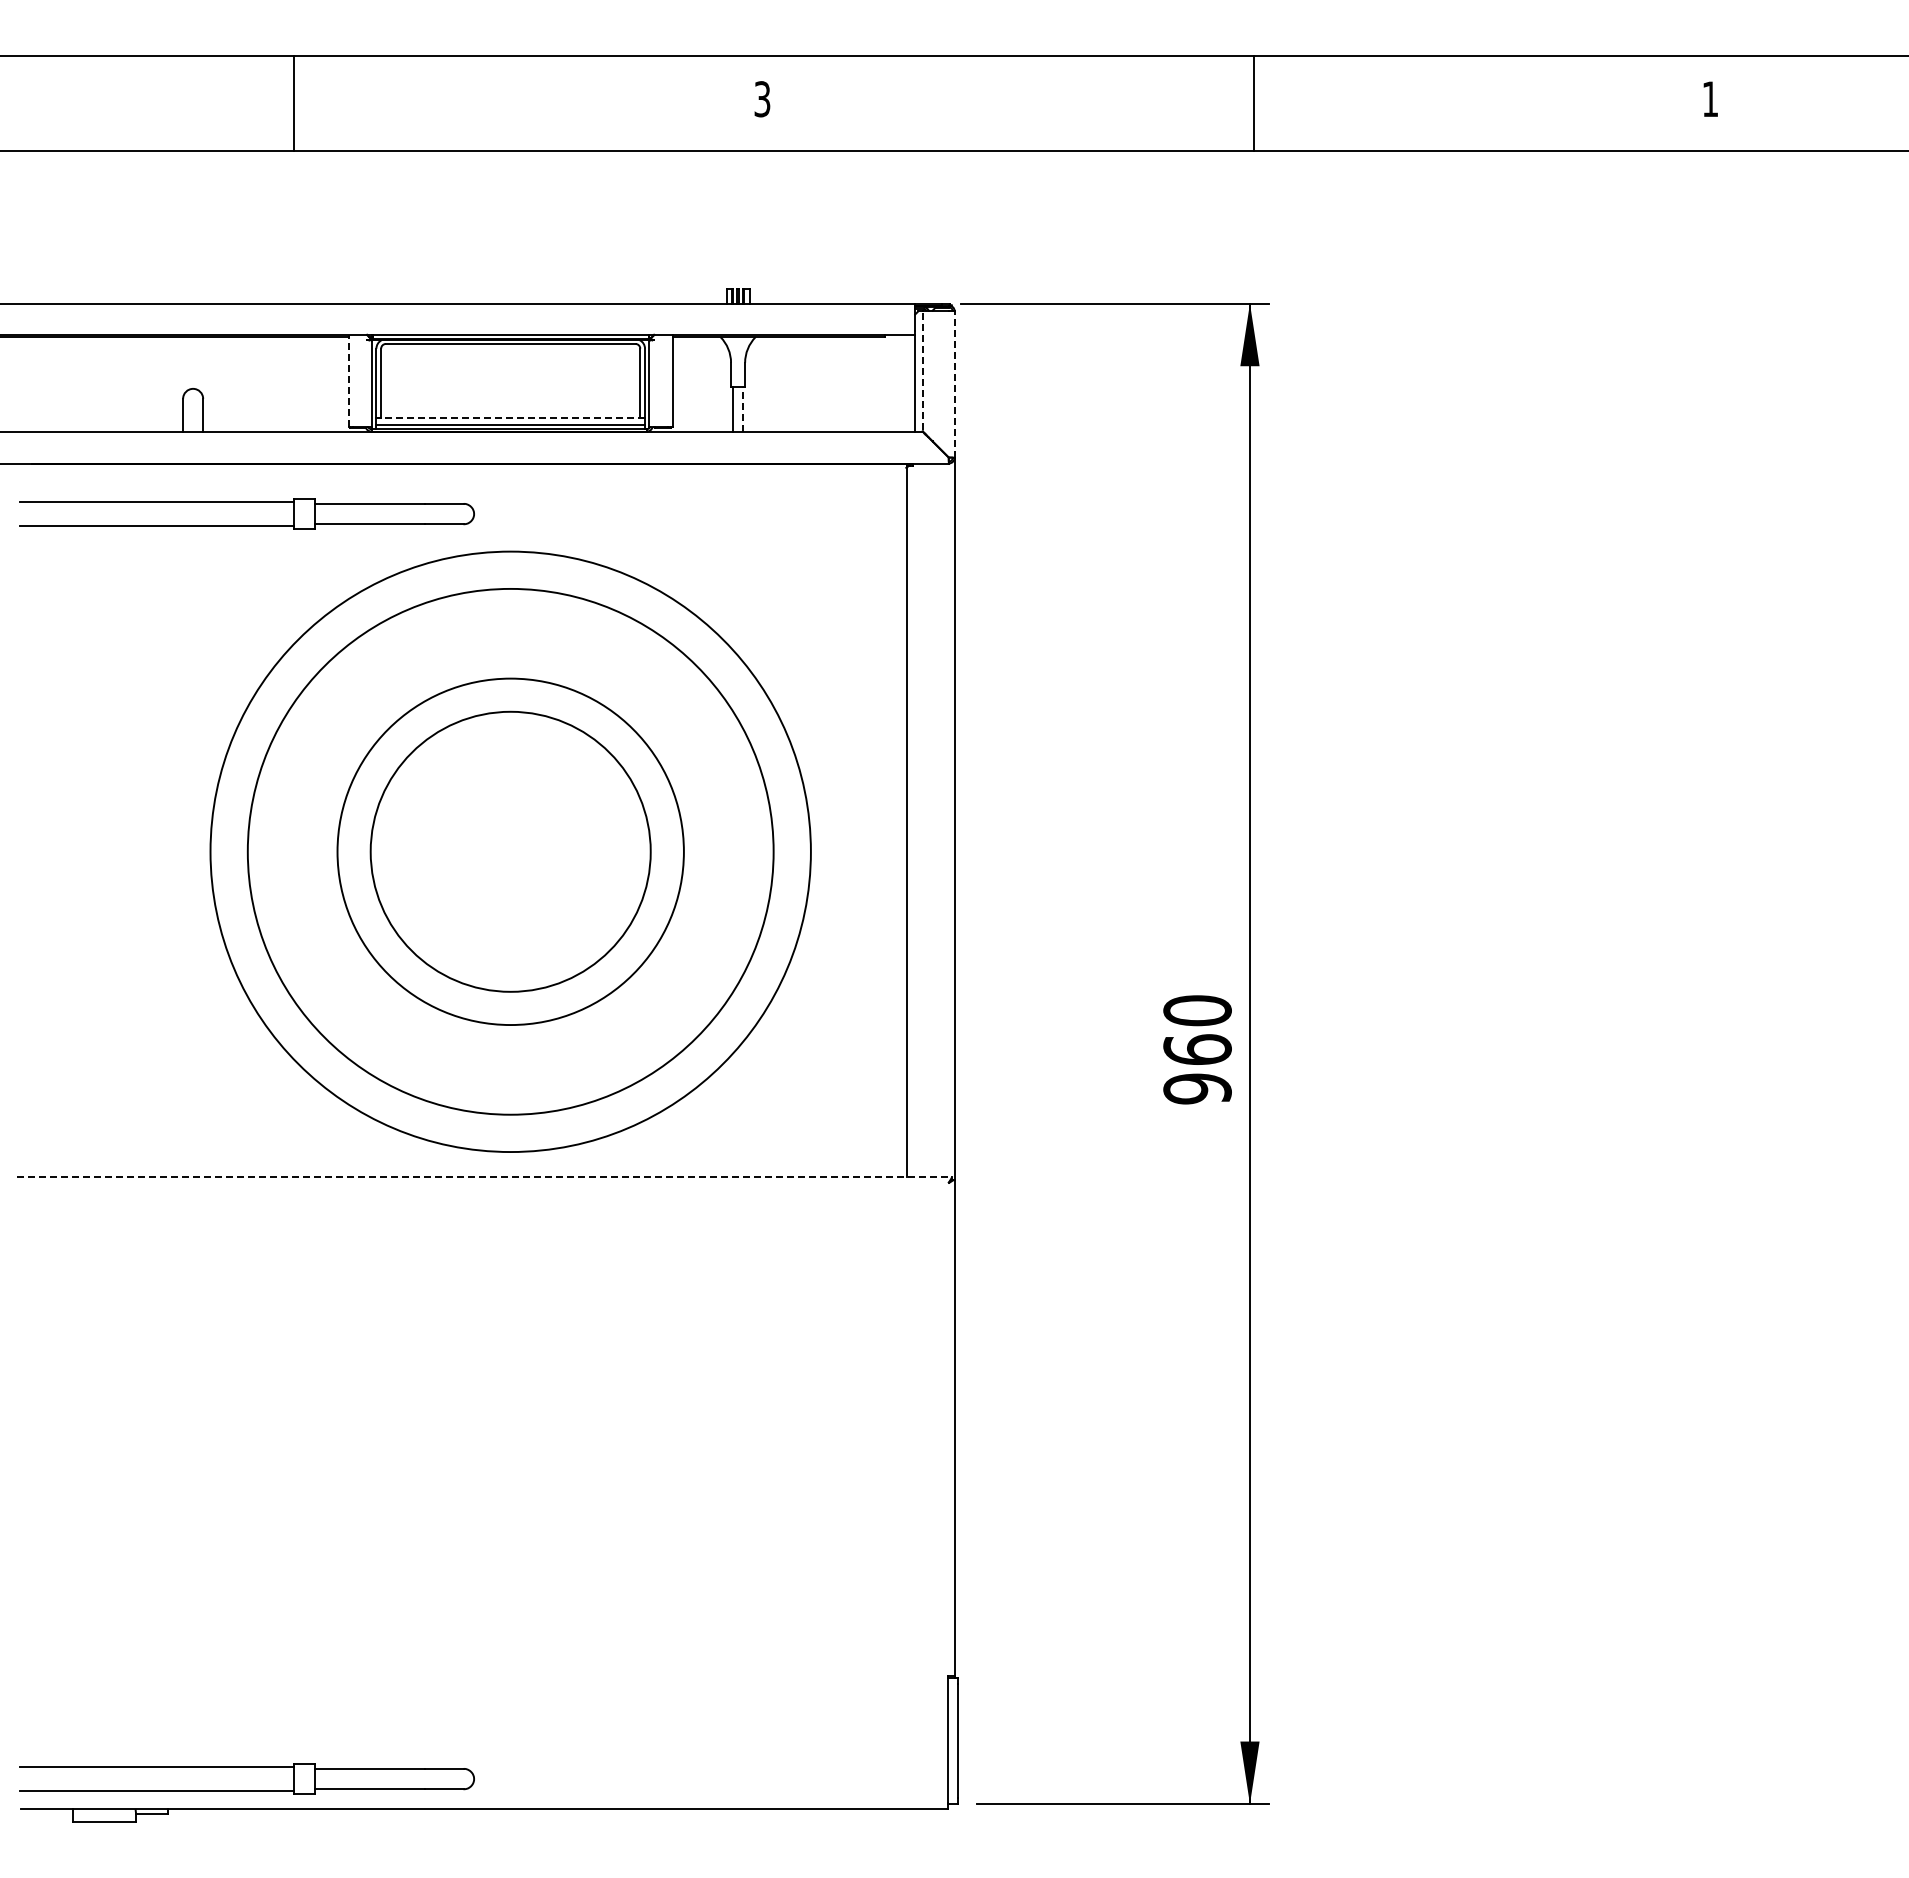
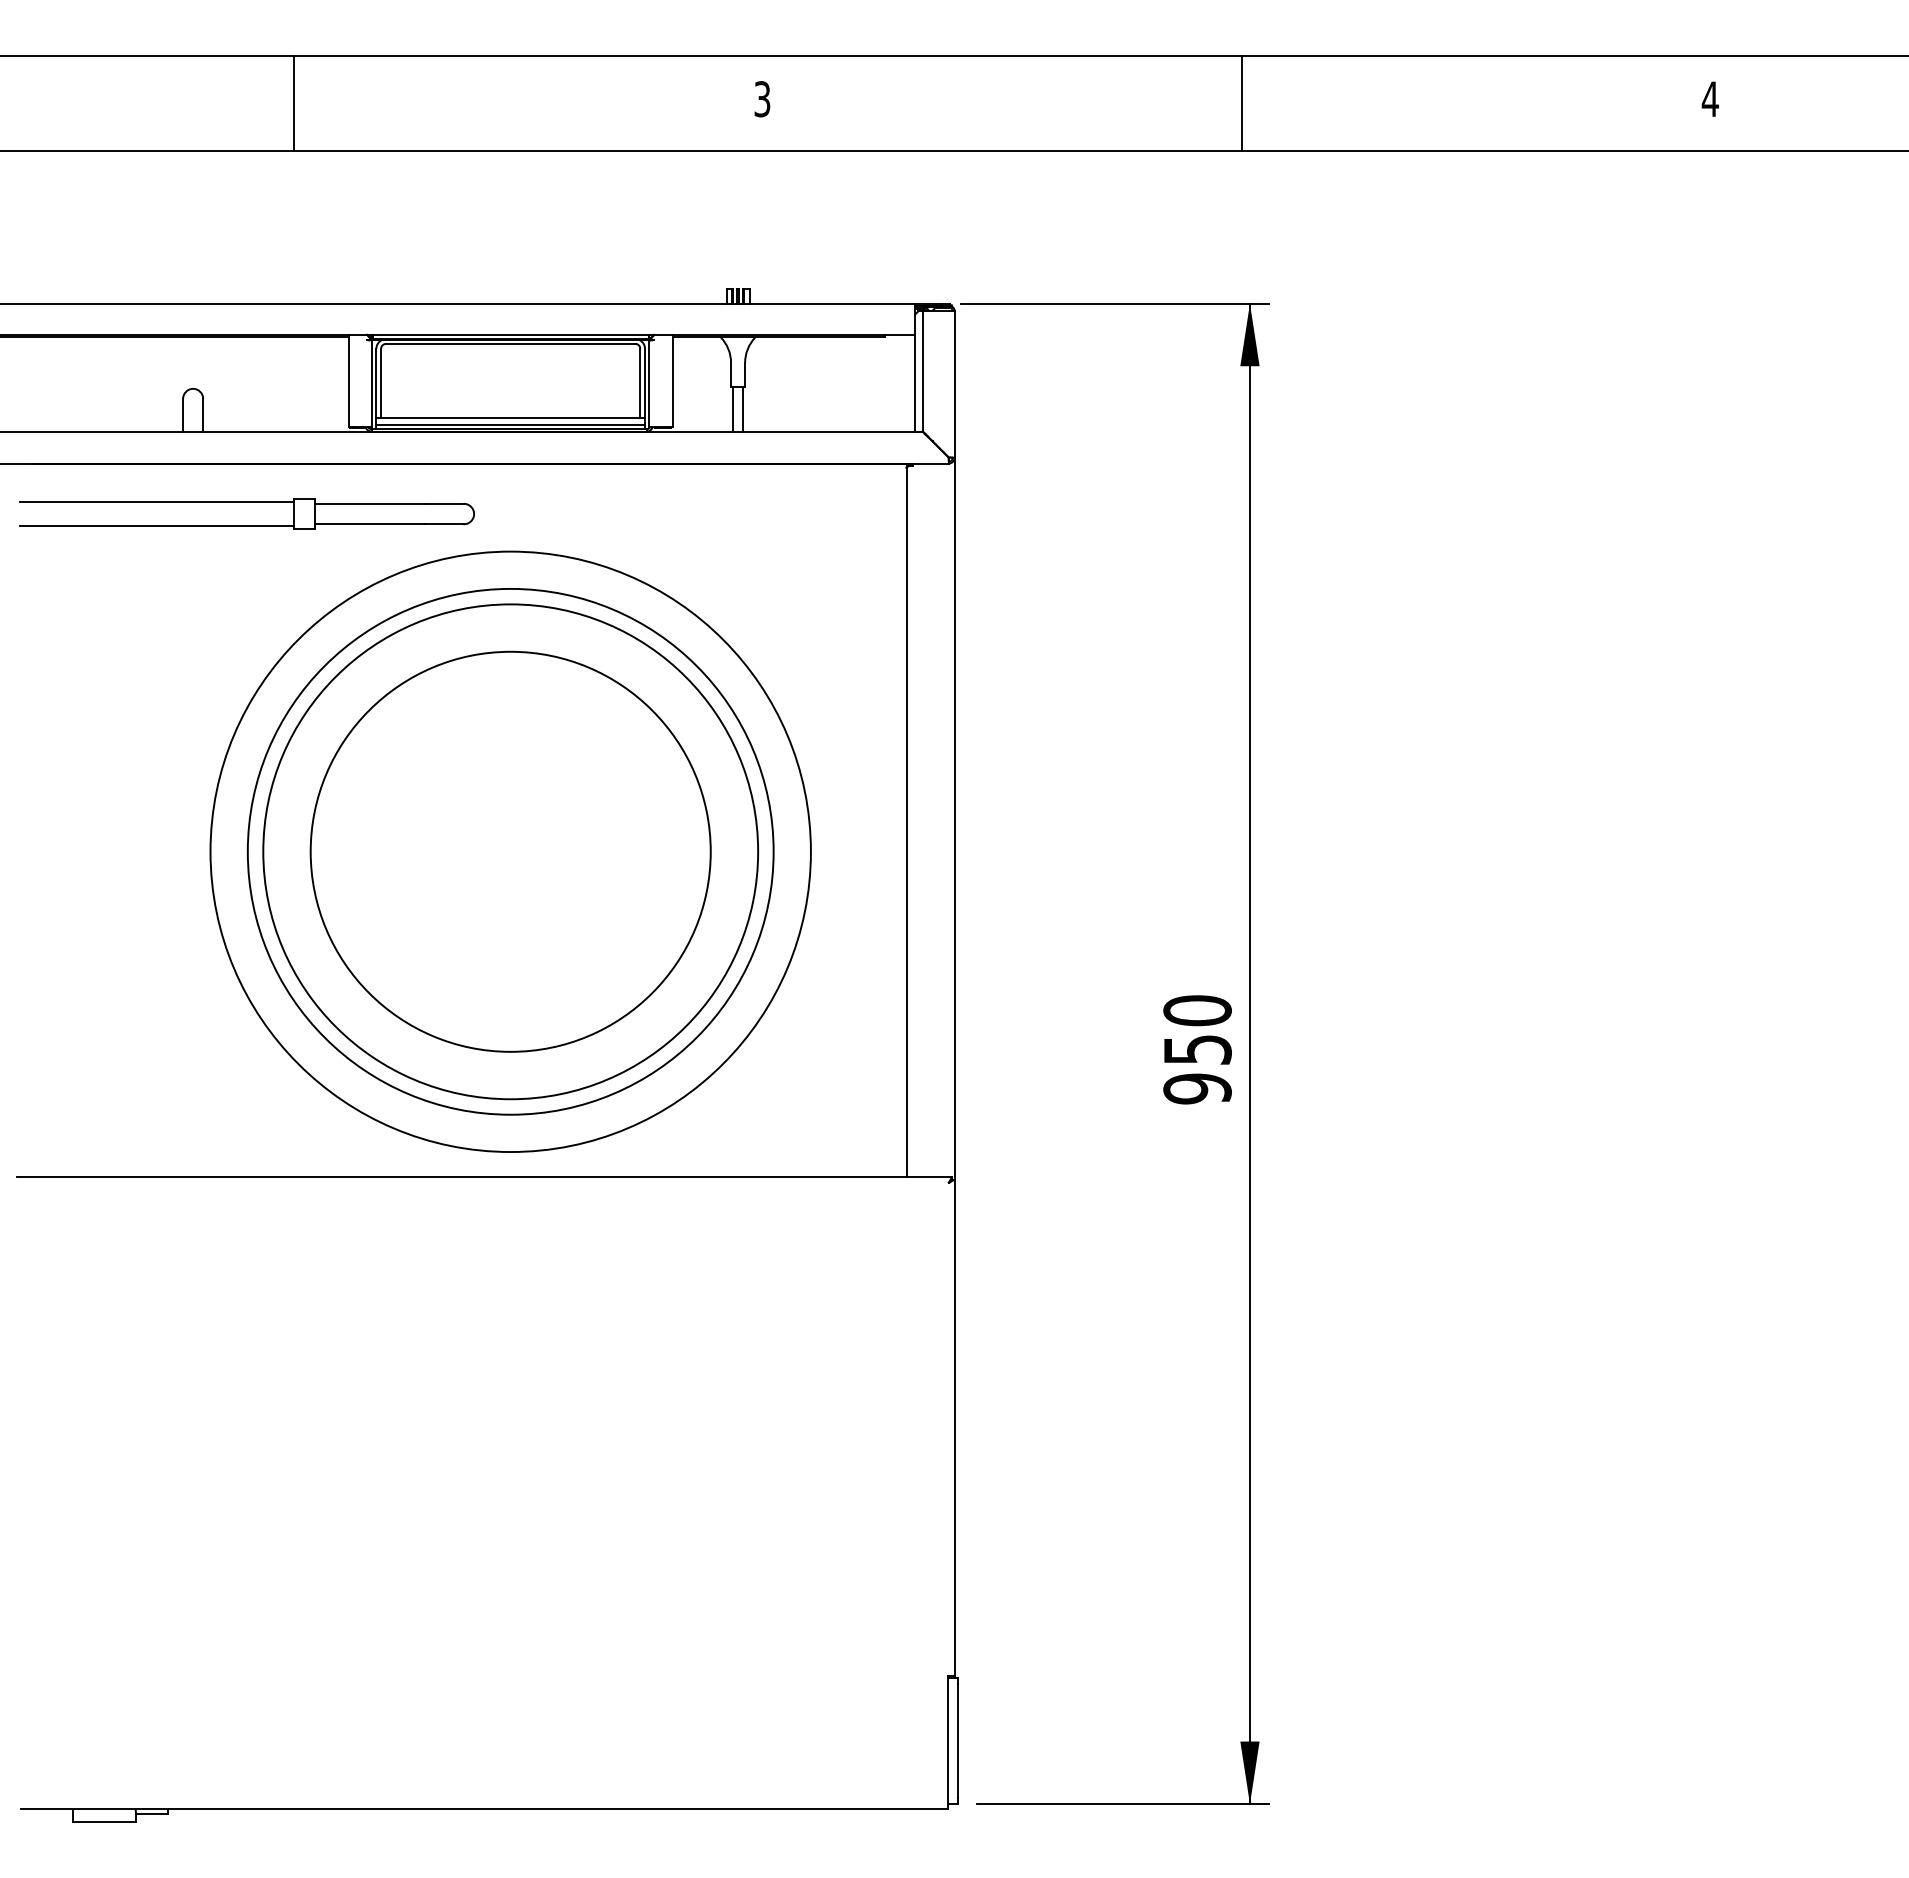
text at (1709, 98): 1 -> 4
line at (1254, 103) position: (1254, 103) -> (1242, 103)
line at (922, 370): dashed -> solid
line at (348, 380): dashed -> solid
line at (954, 384): dashed -> solid
line at (742, 408): dashed -> solid
line at (510, 418): dashed -> solid
circle at (510, 851) diameter: 280 px -> 400 px
circle at (510, 851) diameter: 346 px -> 495 px
text at (1197, 1049): 960 -> 950
line at (484, 1177): dashed -> solid
part at (246, 1767): present -> none
